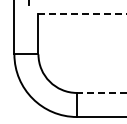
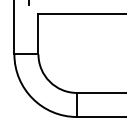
line at (82, 14): dashed -> solid
line at (101, 92): dashed -> solid
